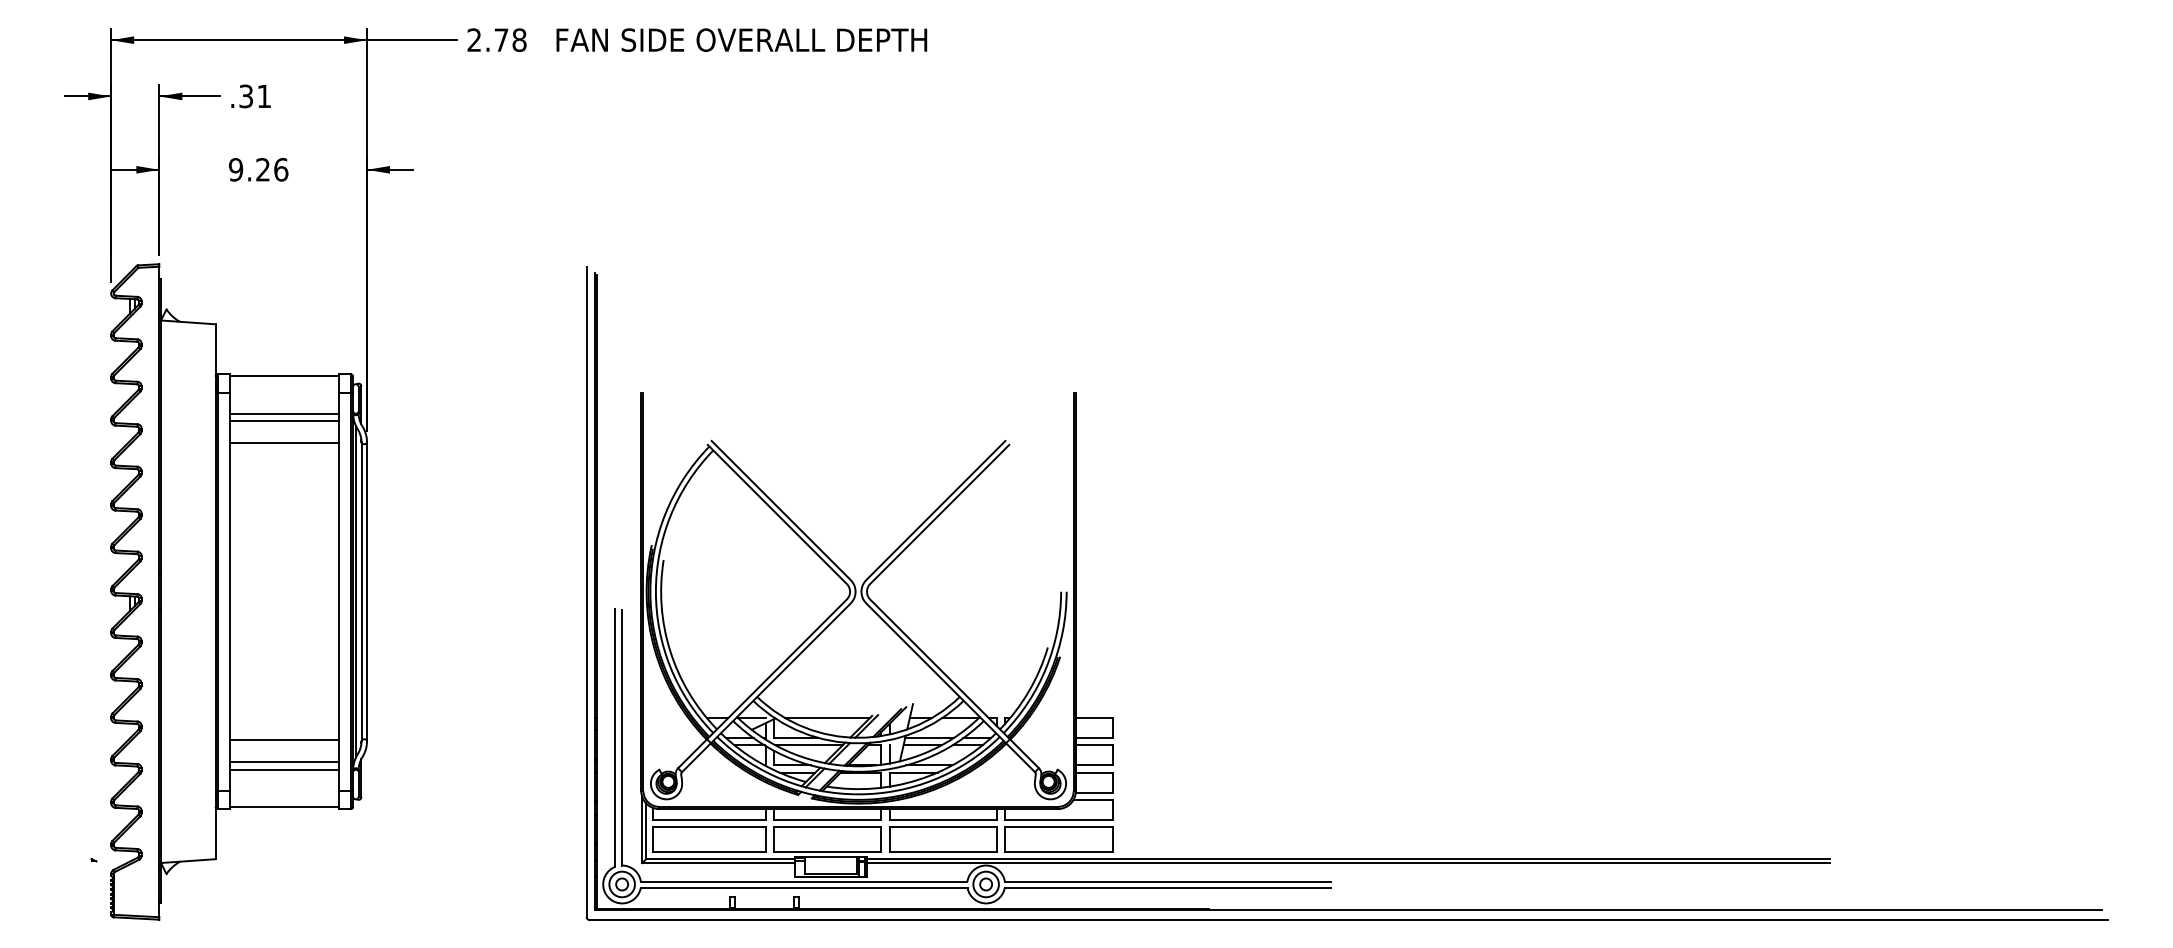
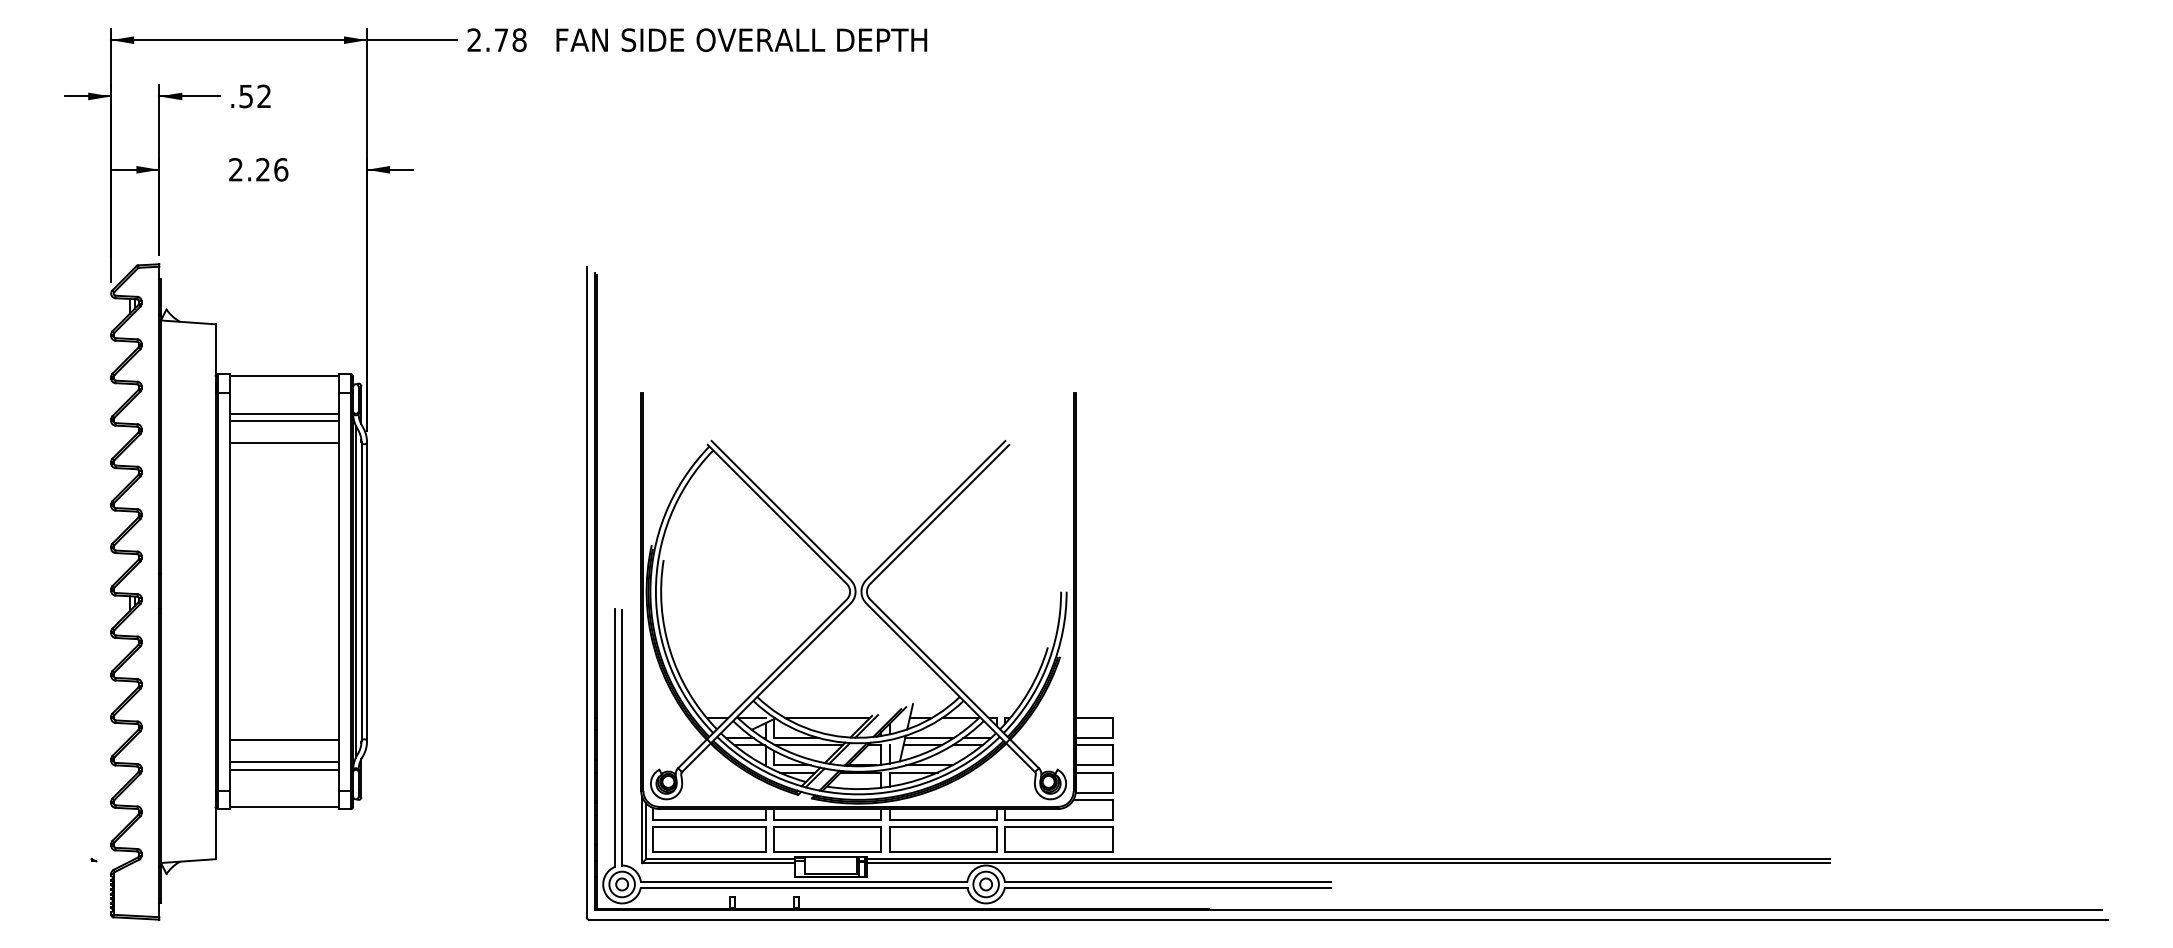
text at (255, 95): .31 -> .52
text at (236, 169): 9.26 -> 2.26
